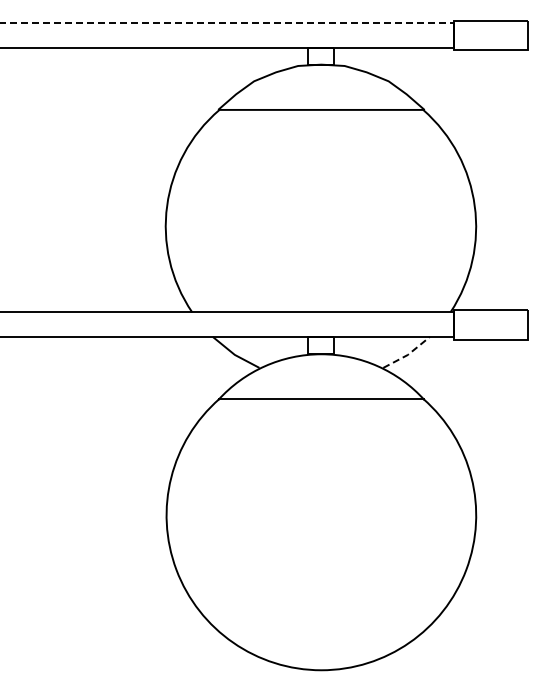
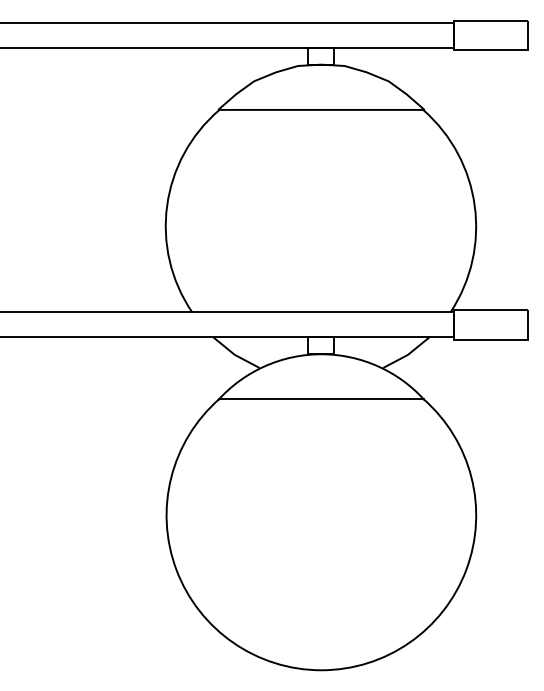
line at (240, 23): dashed -> solid
line at (407, 354): dashed -> solid
